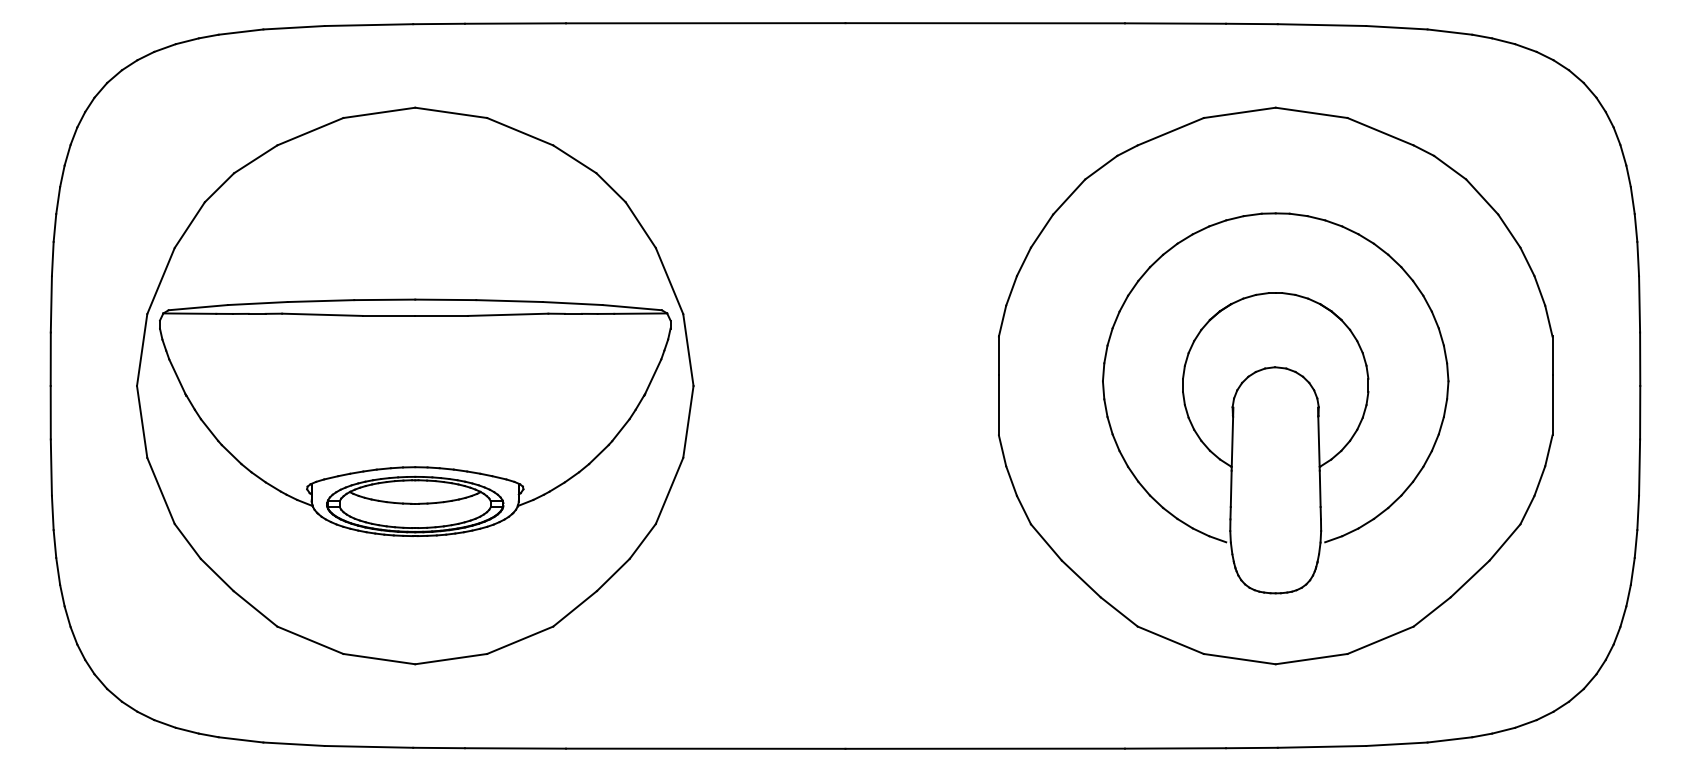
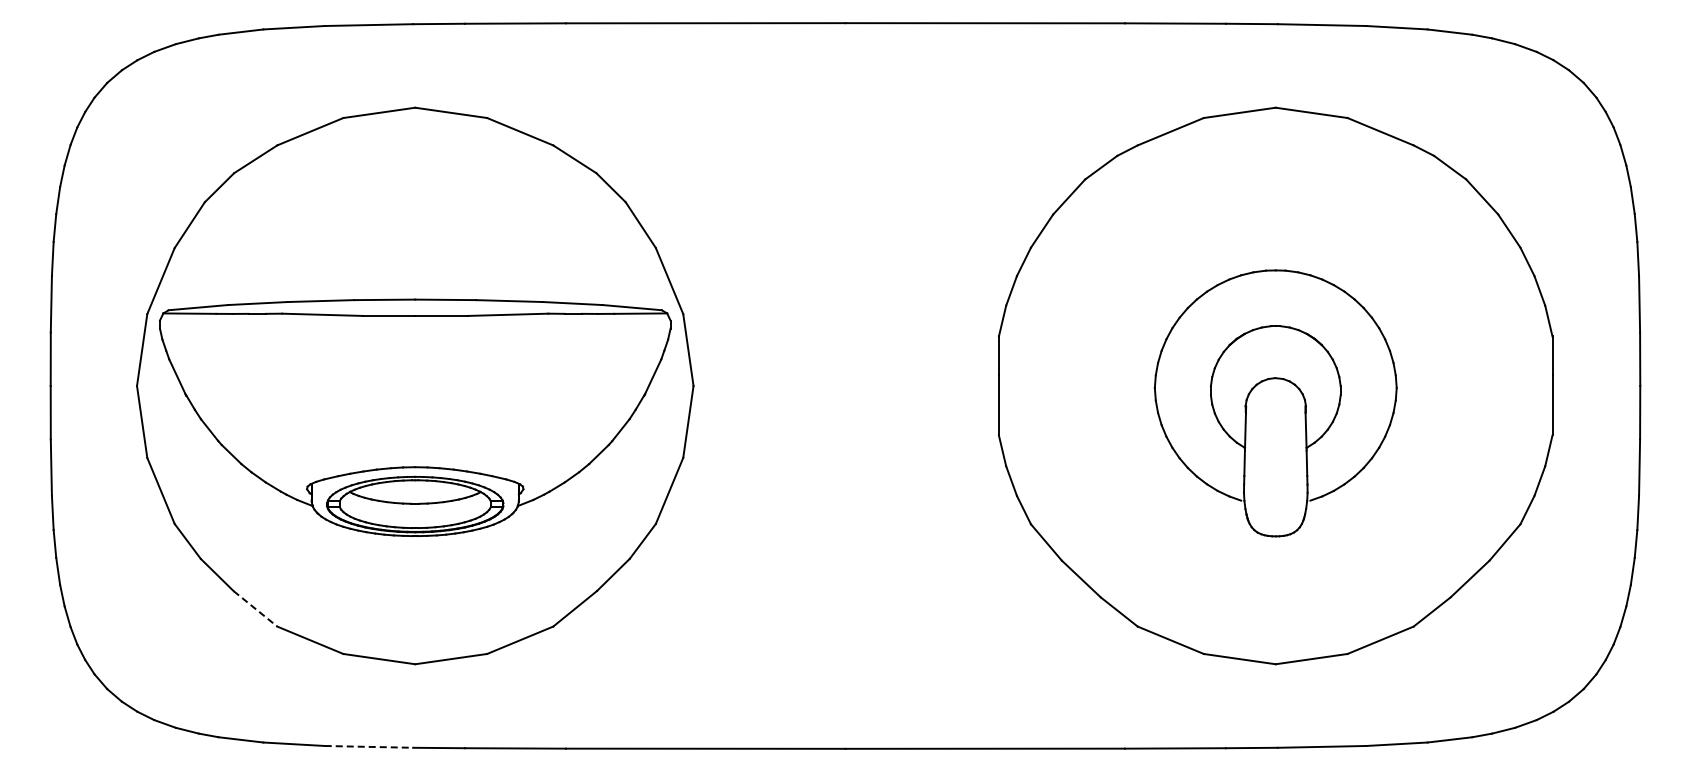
part at (1275, 403) size: 348x383 px -> 245x269 px
line at (255, 609): solid -> dashed
line at (369, 746): solid -> dashed
